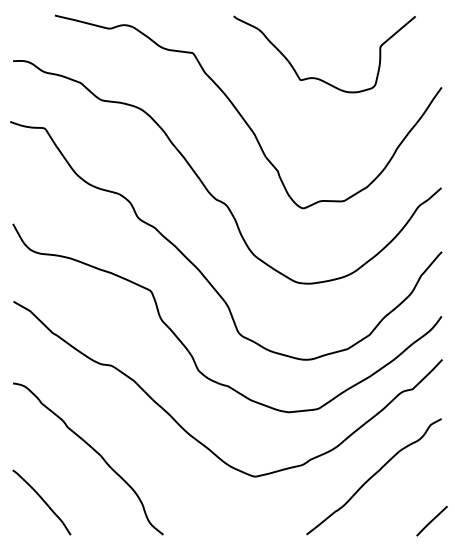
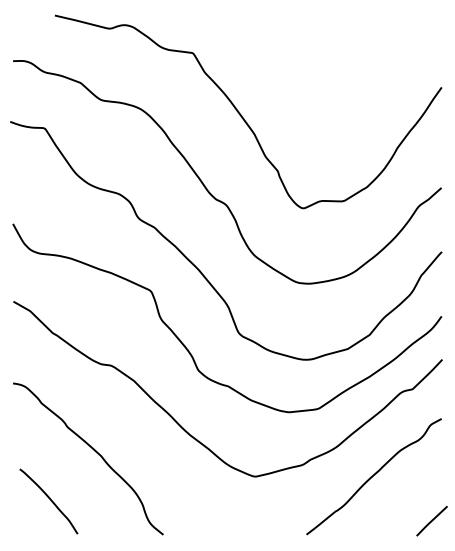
curve at (316, 77): present -> none
curve at (42, 500) position: (42, 500) -> (49, 499)
